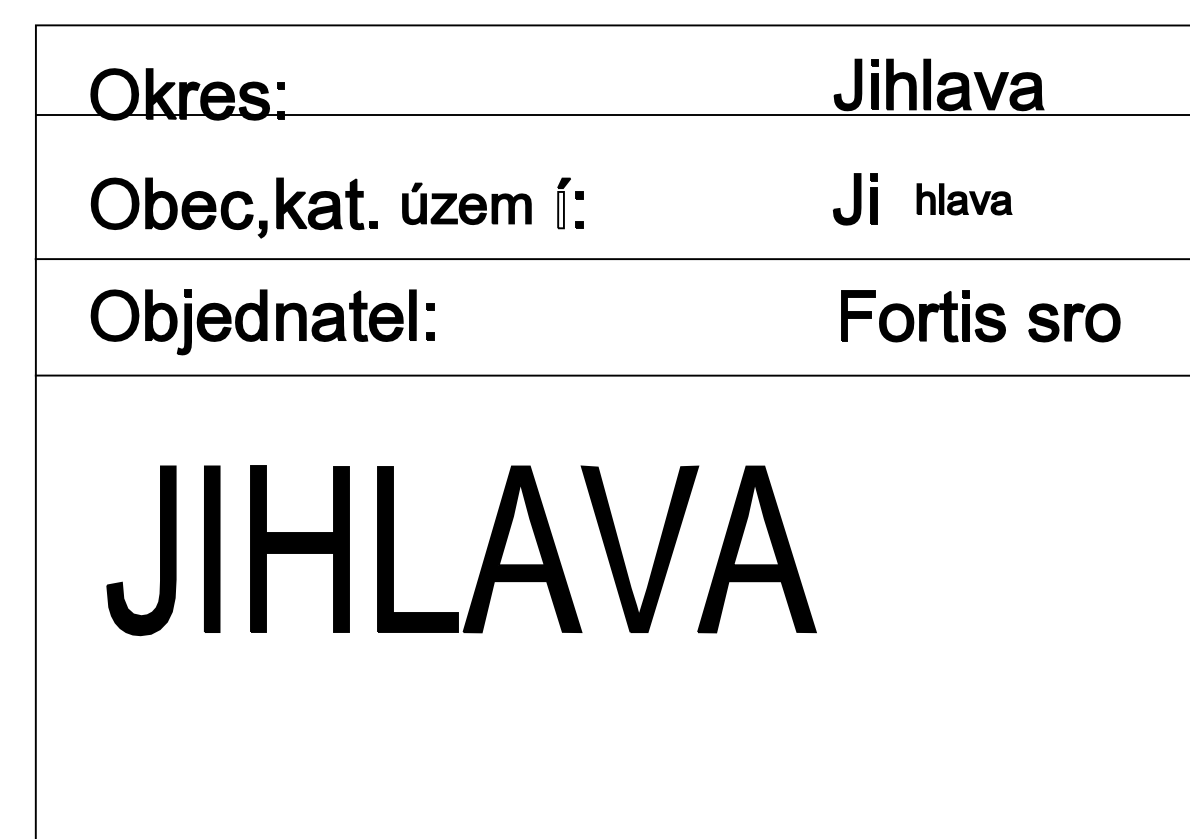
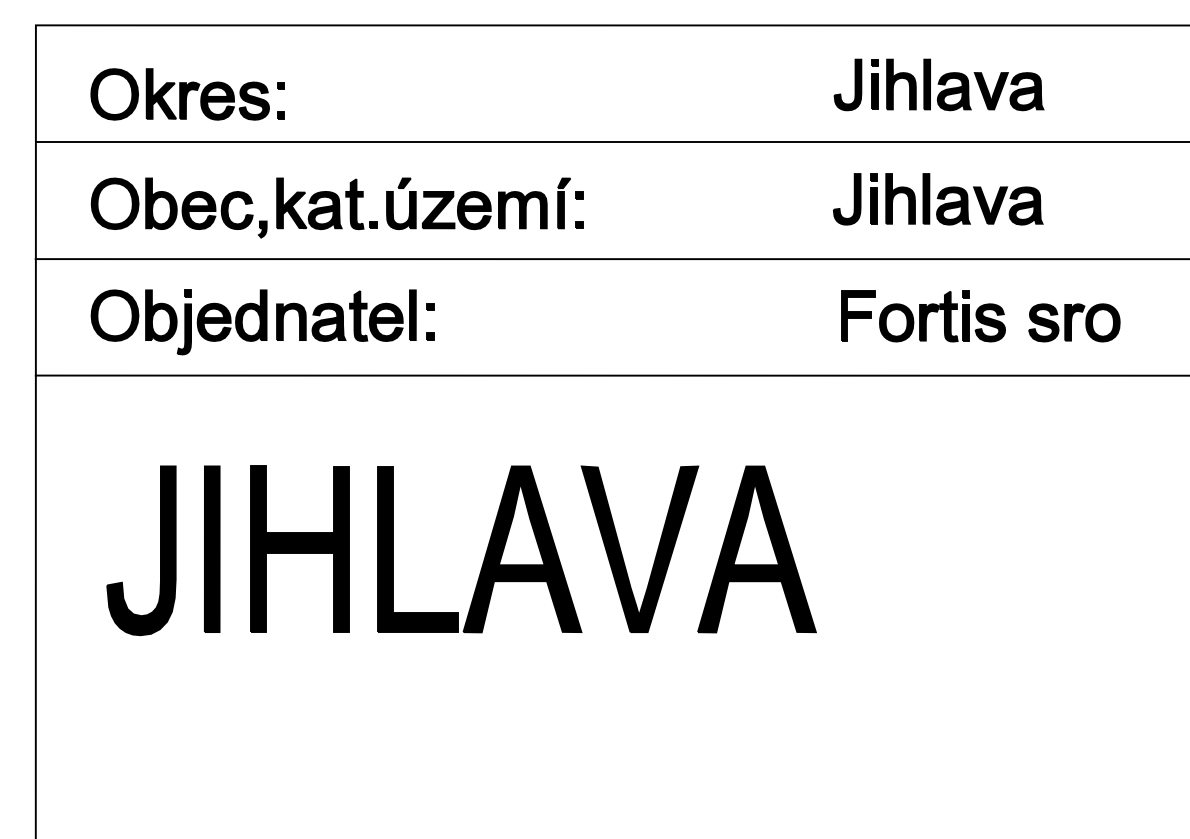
line at (610, 115) position: (610, 115) -> (610, 142)
part at (964, 199) size: 97x33 px -> 159x53 px
part at (466, 203) size: 130x43 px -> 162x54 px
fill at (560, 209): none -> present
